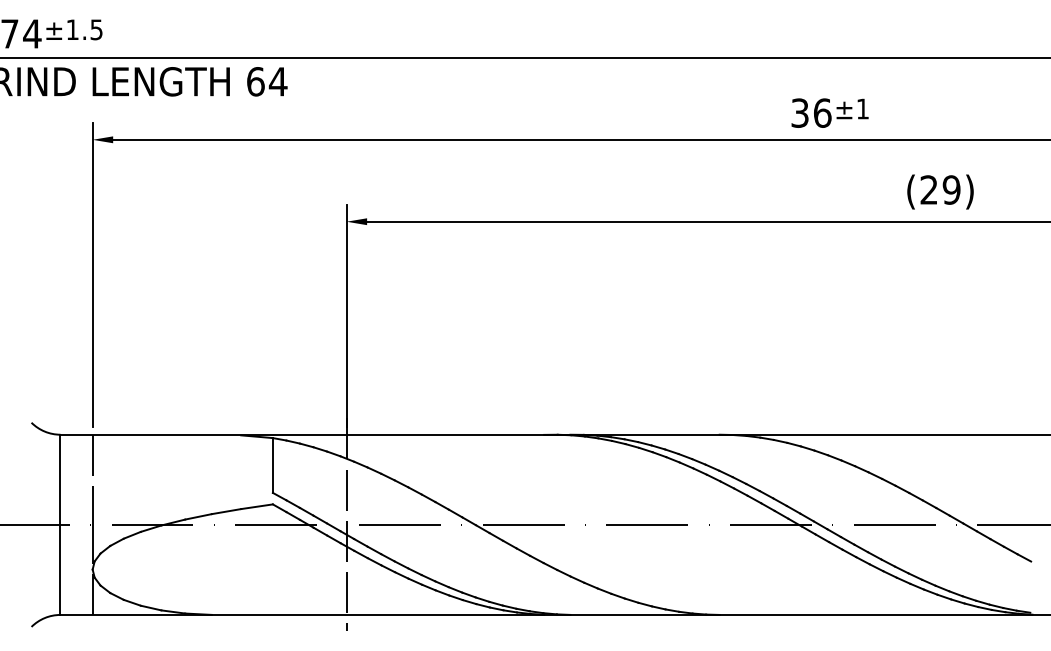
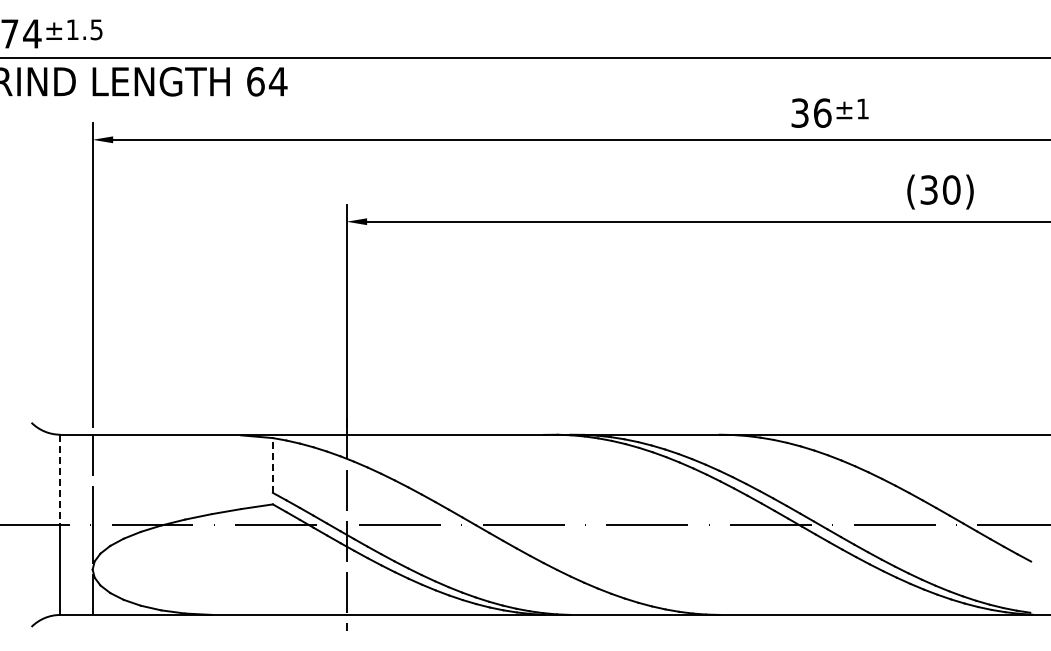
text at (940, 189): (29) -> (30)
line at (272, 465): solid -> dashed
line at (60, 480): solid -> dashed
